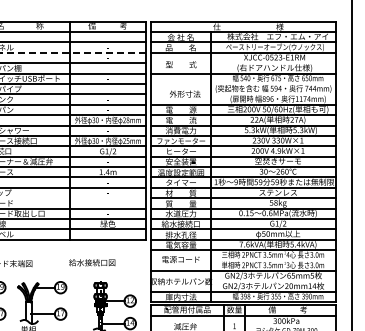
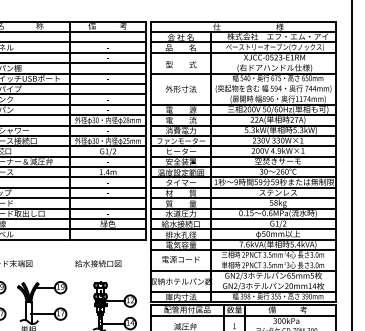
line at (73, 52): dashed -> solid
text at (185, 93) position: (185, 93) -> (181, 88)
line at (74, 198): none -> present
text at (92, 262) position: (92, 262) -> (98, 263)
